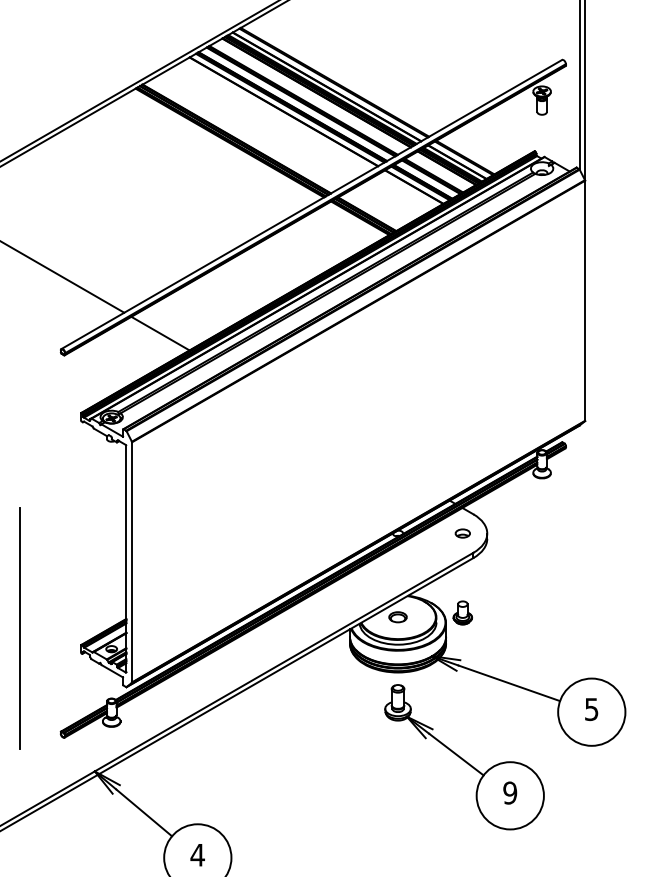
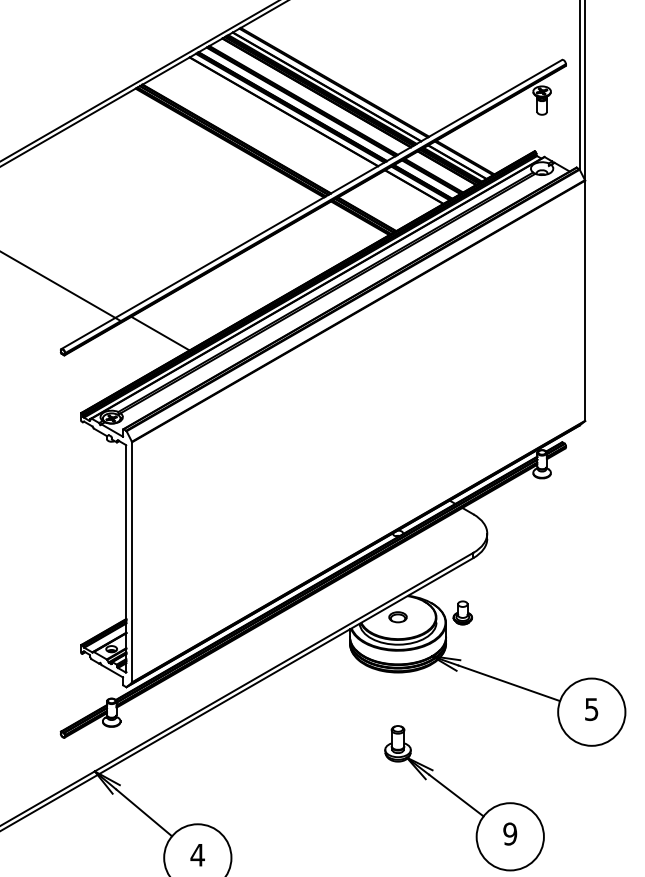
line at (63, 277) position: (63, 277) -> (61, 286)
part at (462, 533): present -> none
line at (19, 628): present -> none
part at (464, 757) position: (464, 757) -> (464, 798)
